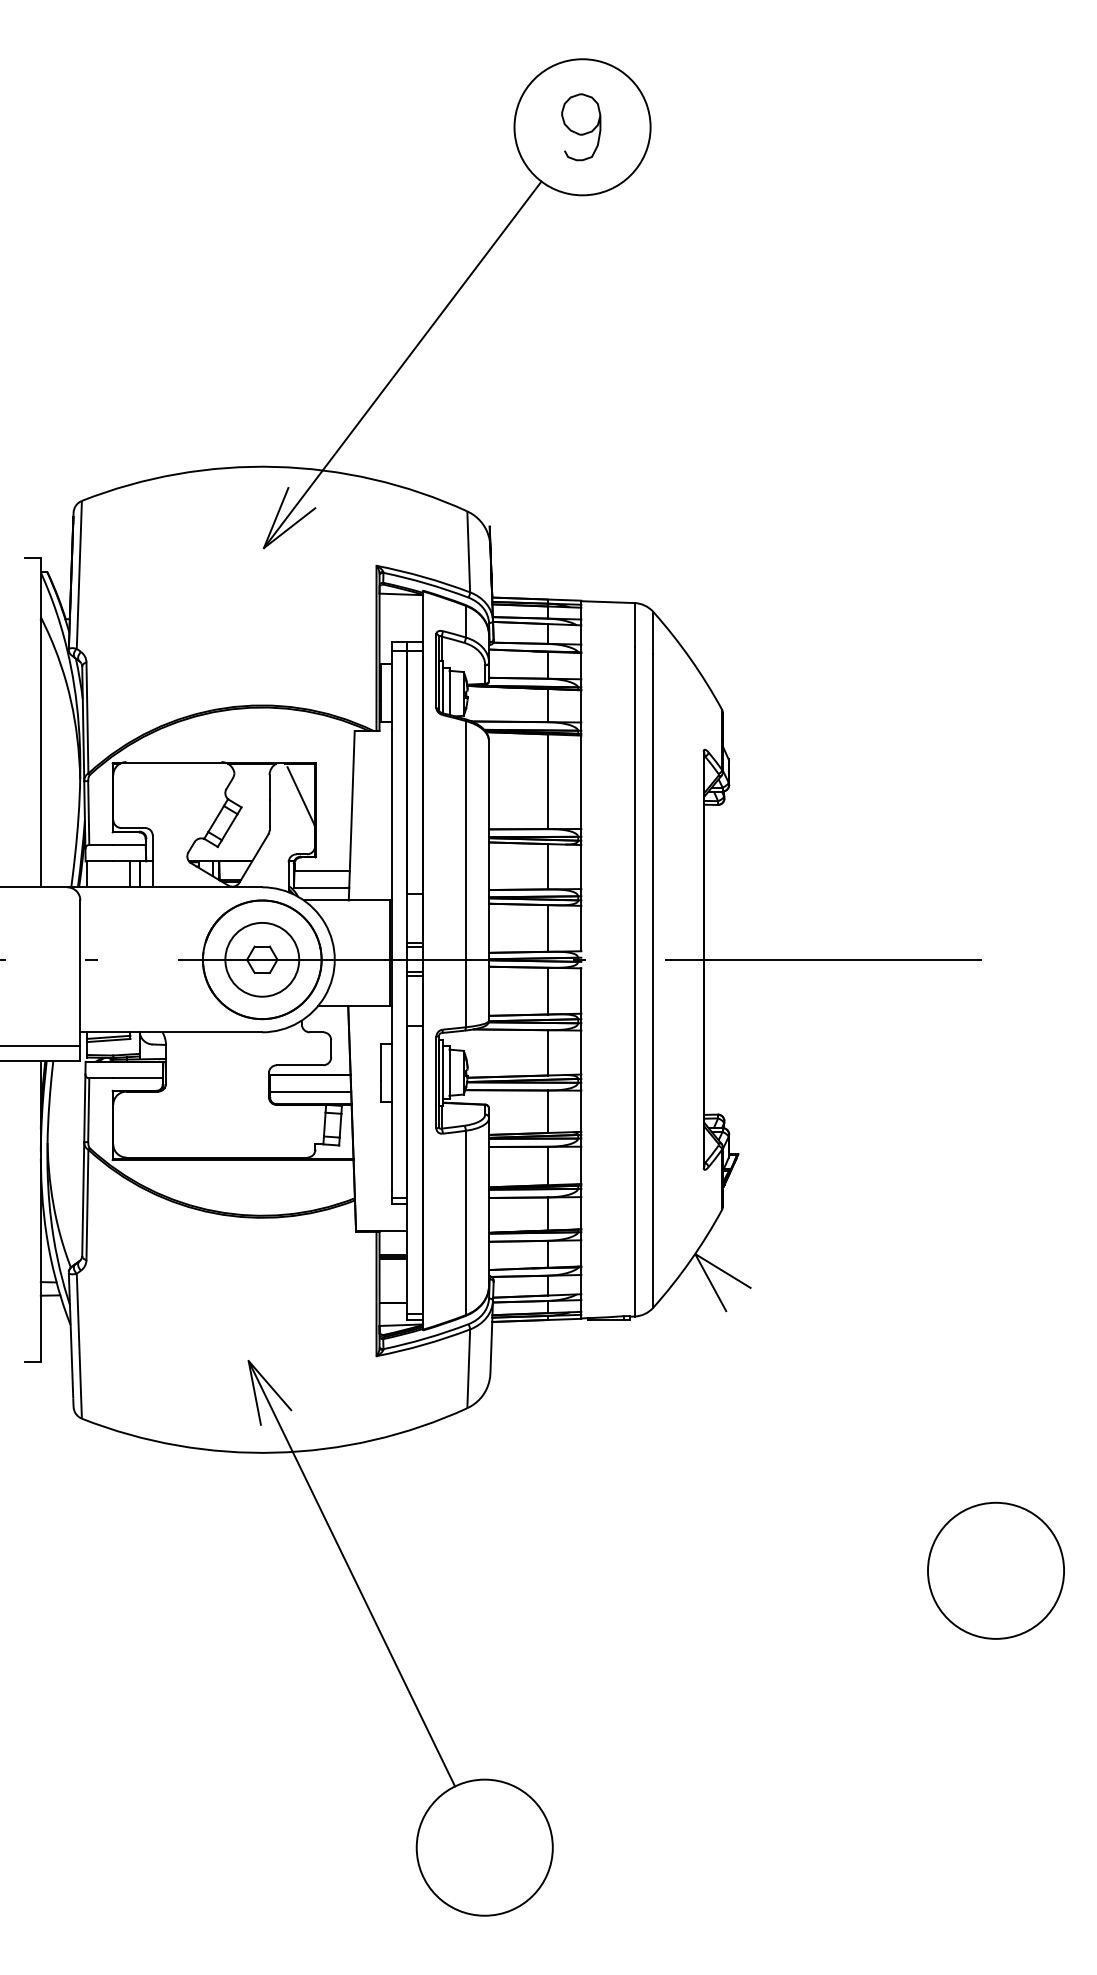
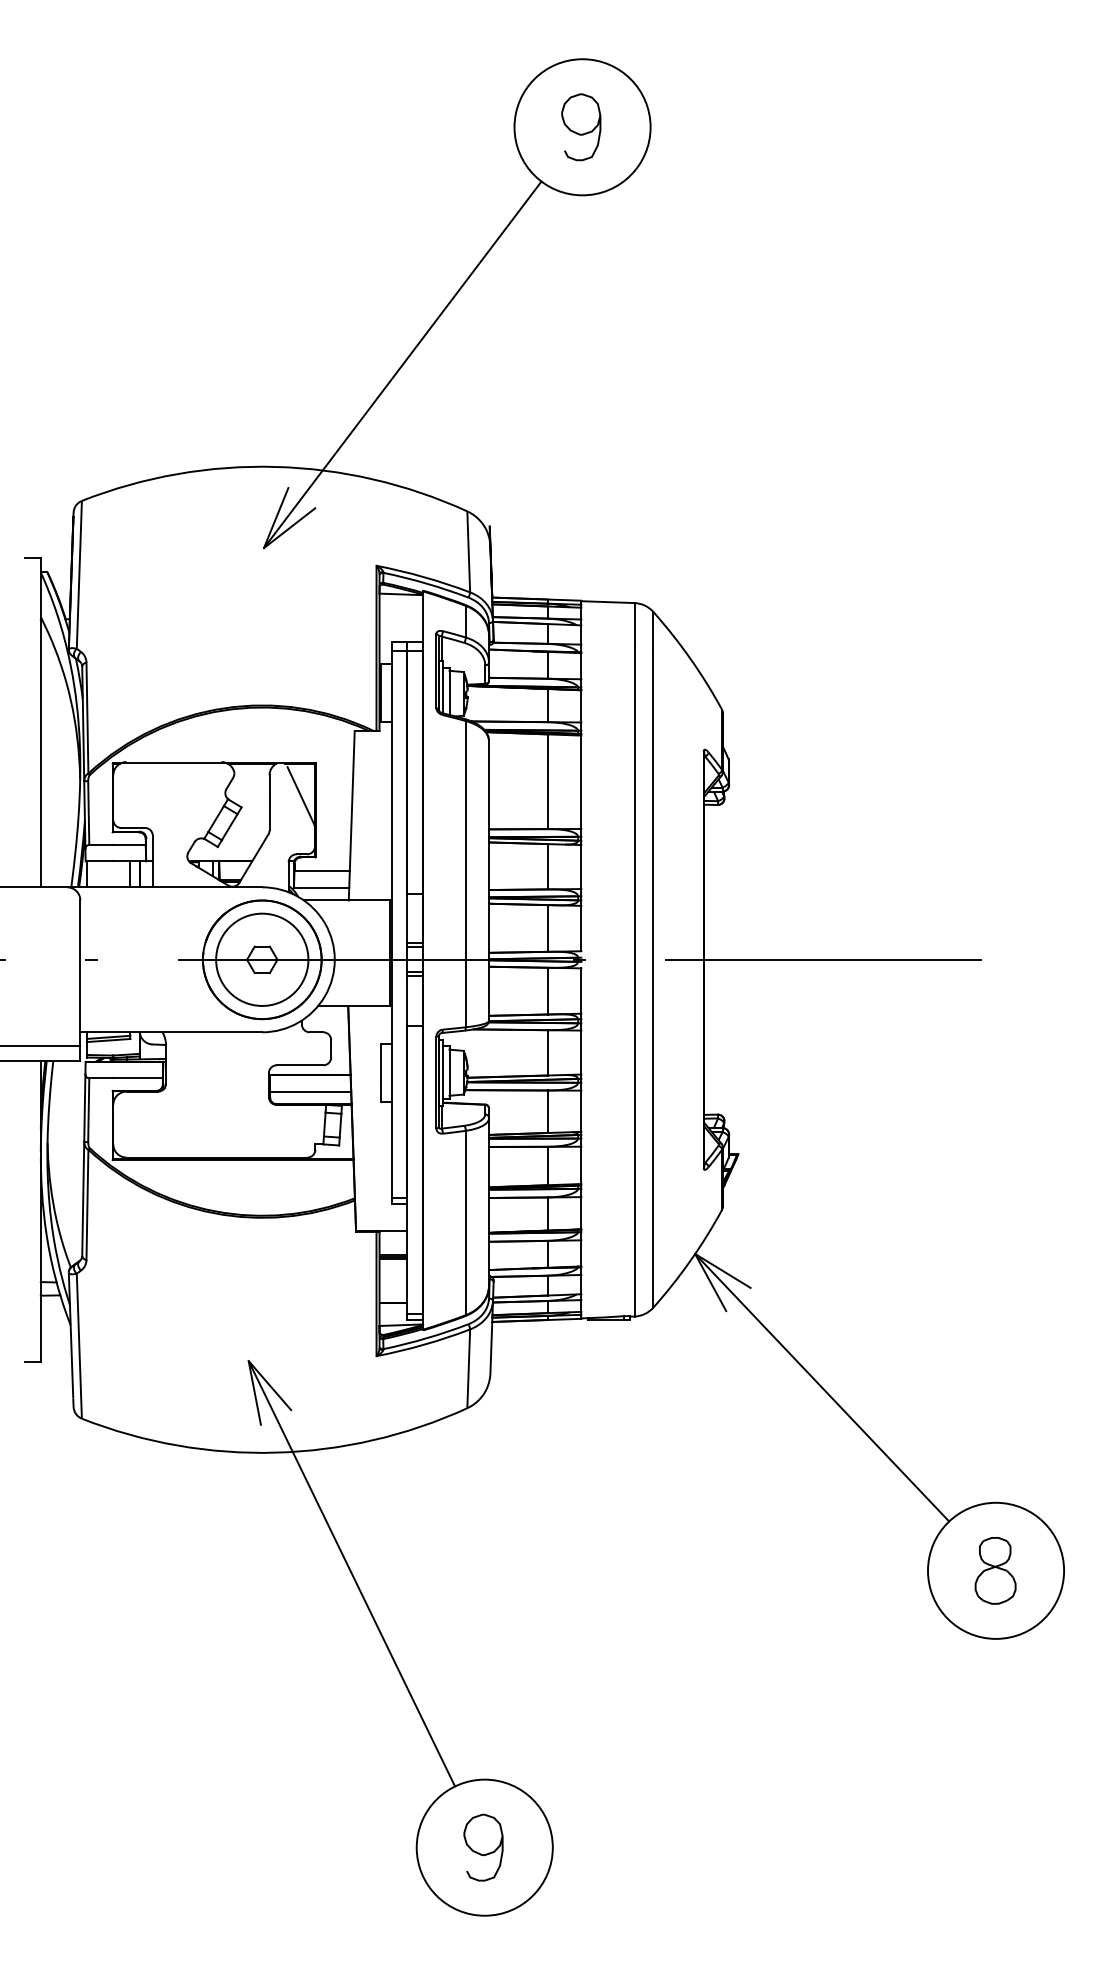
circle at (262, 959) diameter: 74 px -> 92 px
line at (822, 1387): none -> present
part at (995, 1570): none -> present
curve at (481, 1853): none -> present
